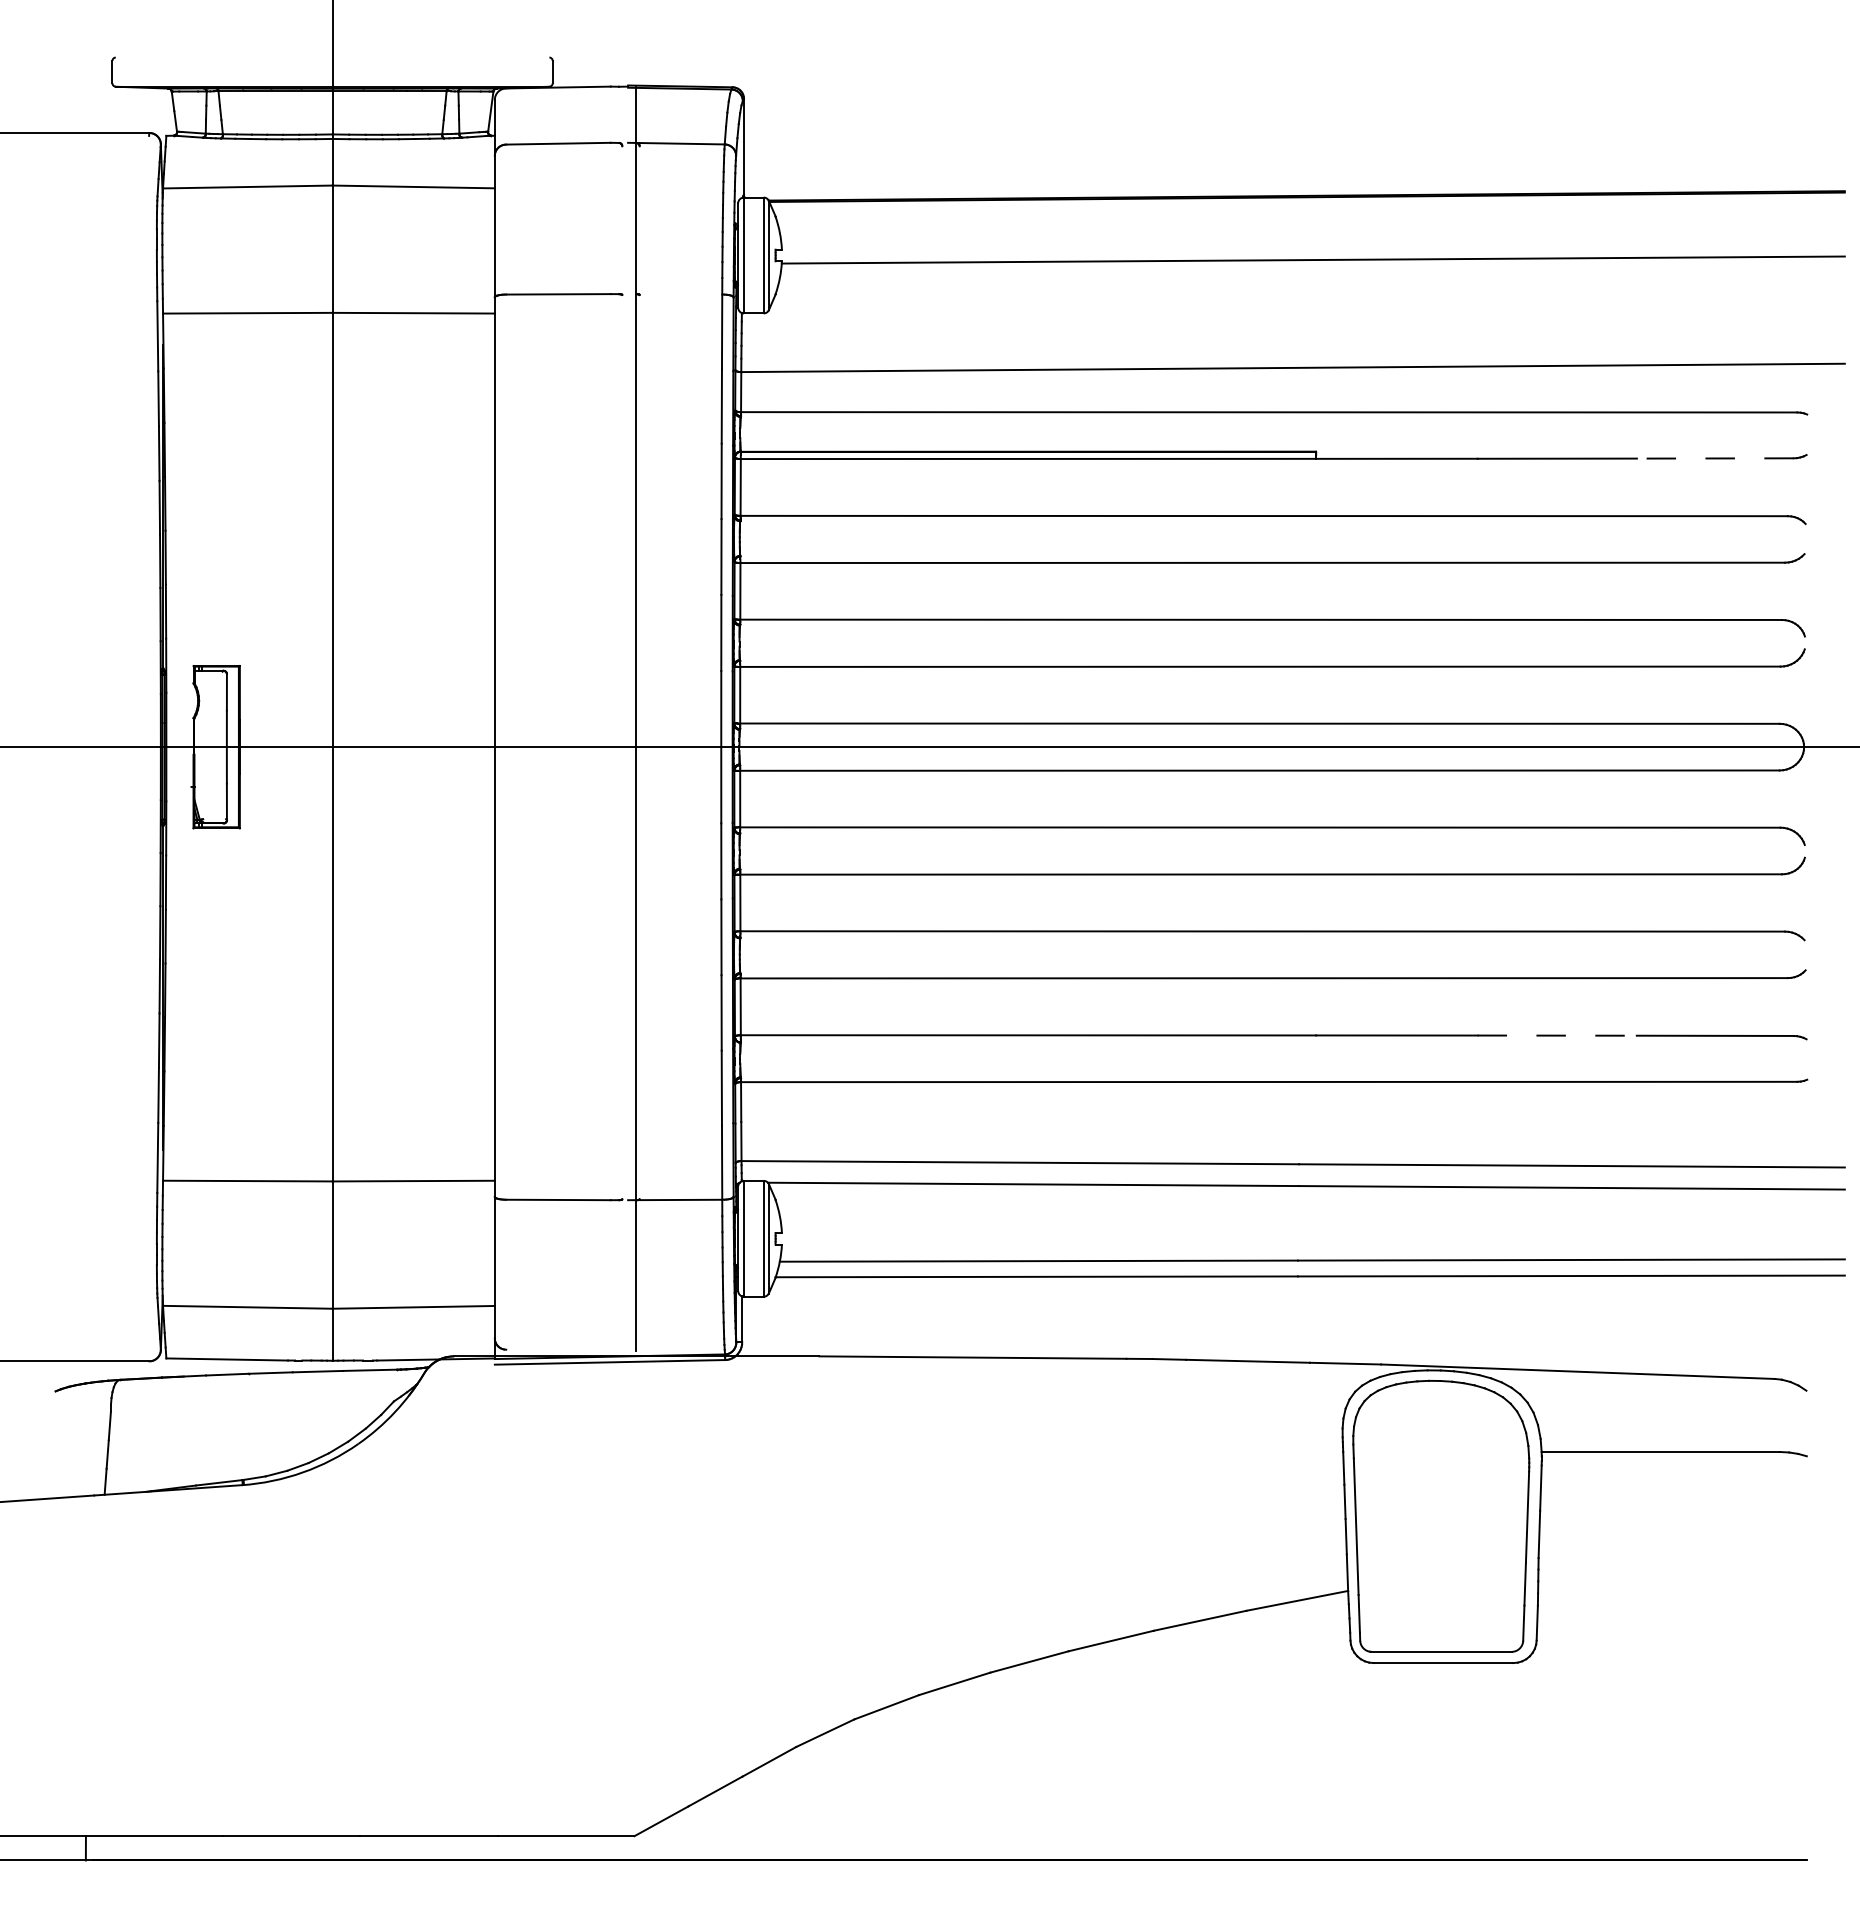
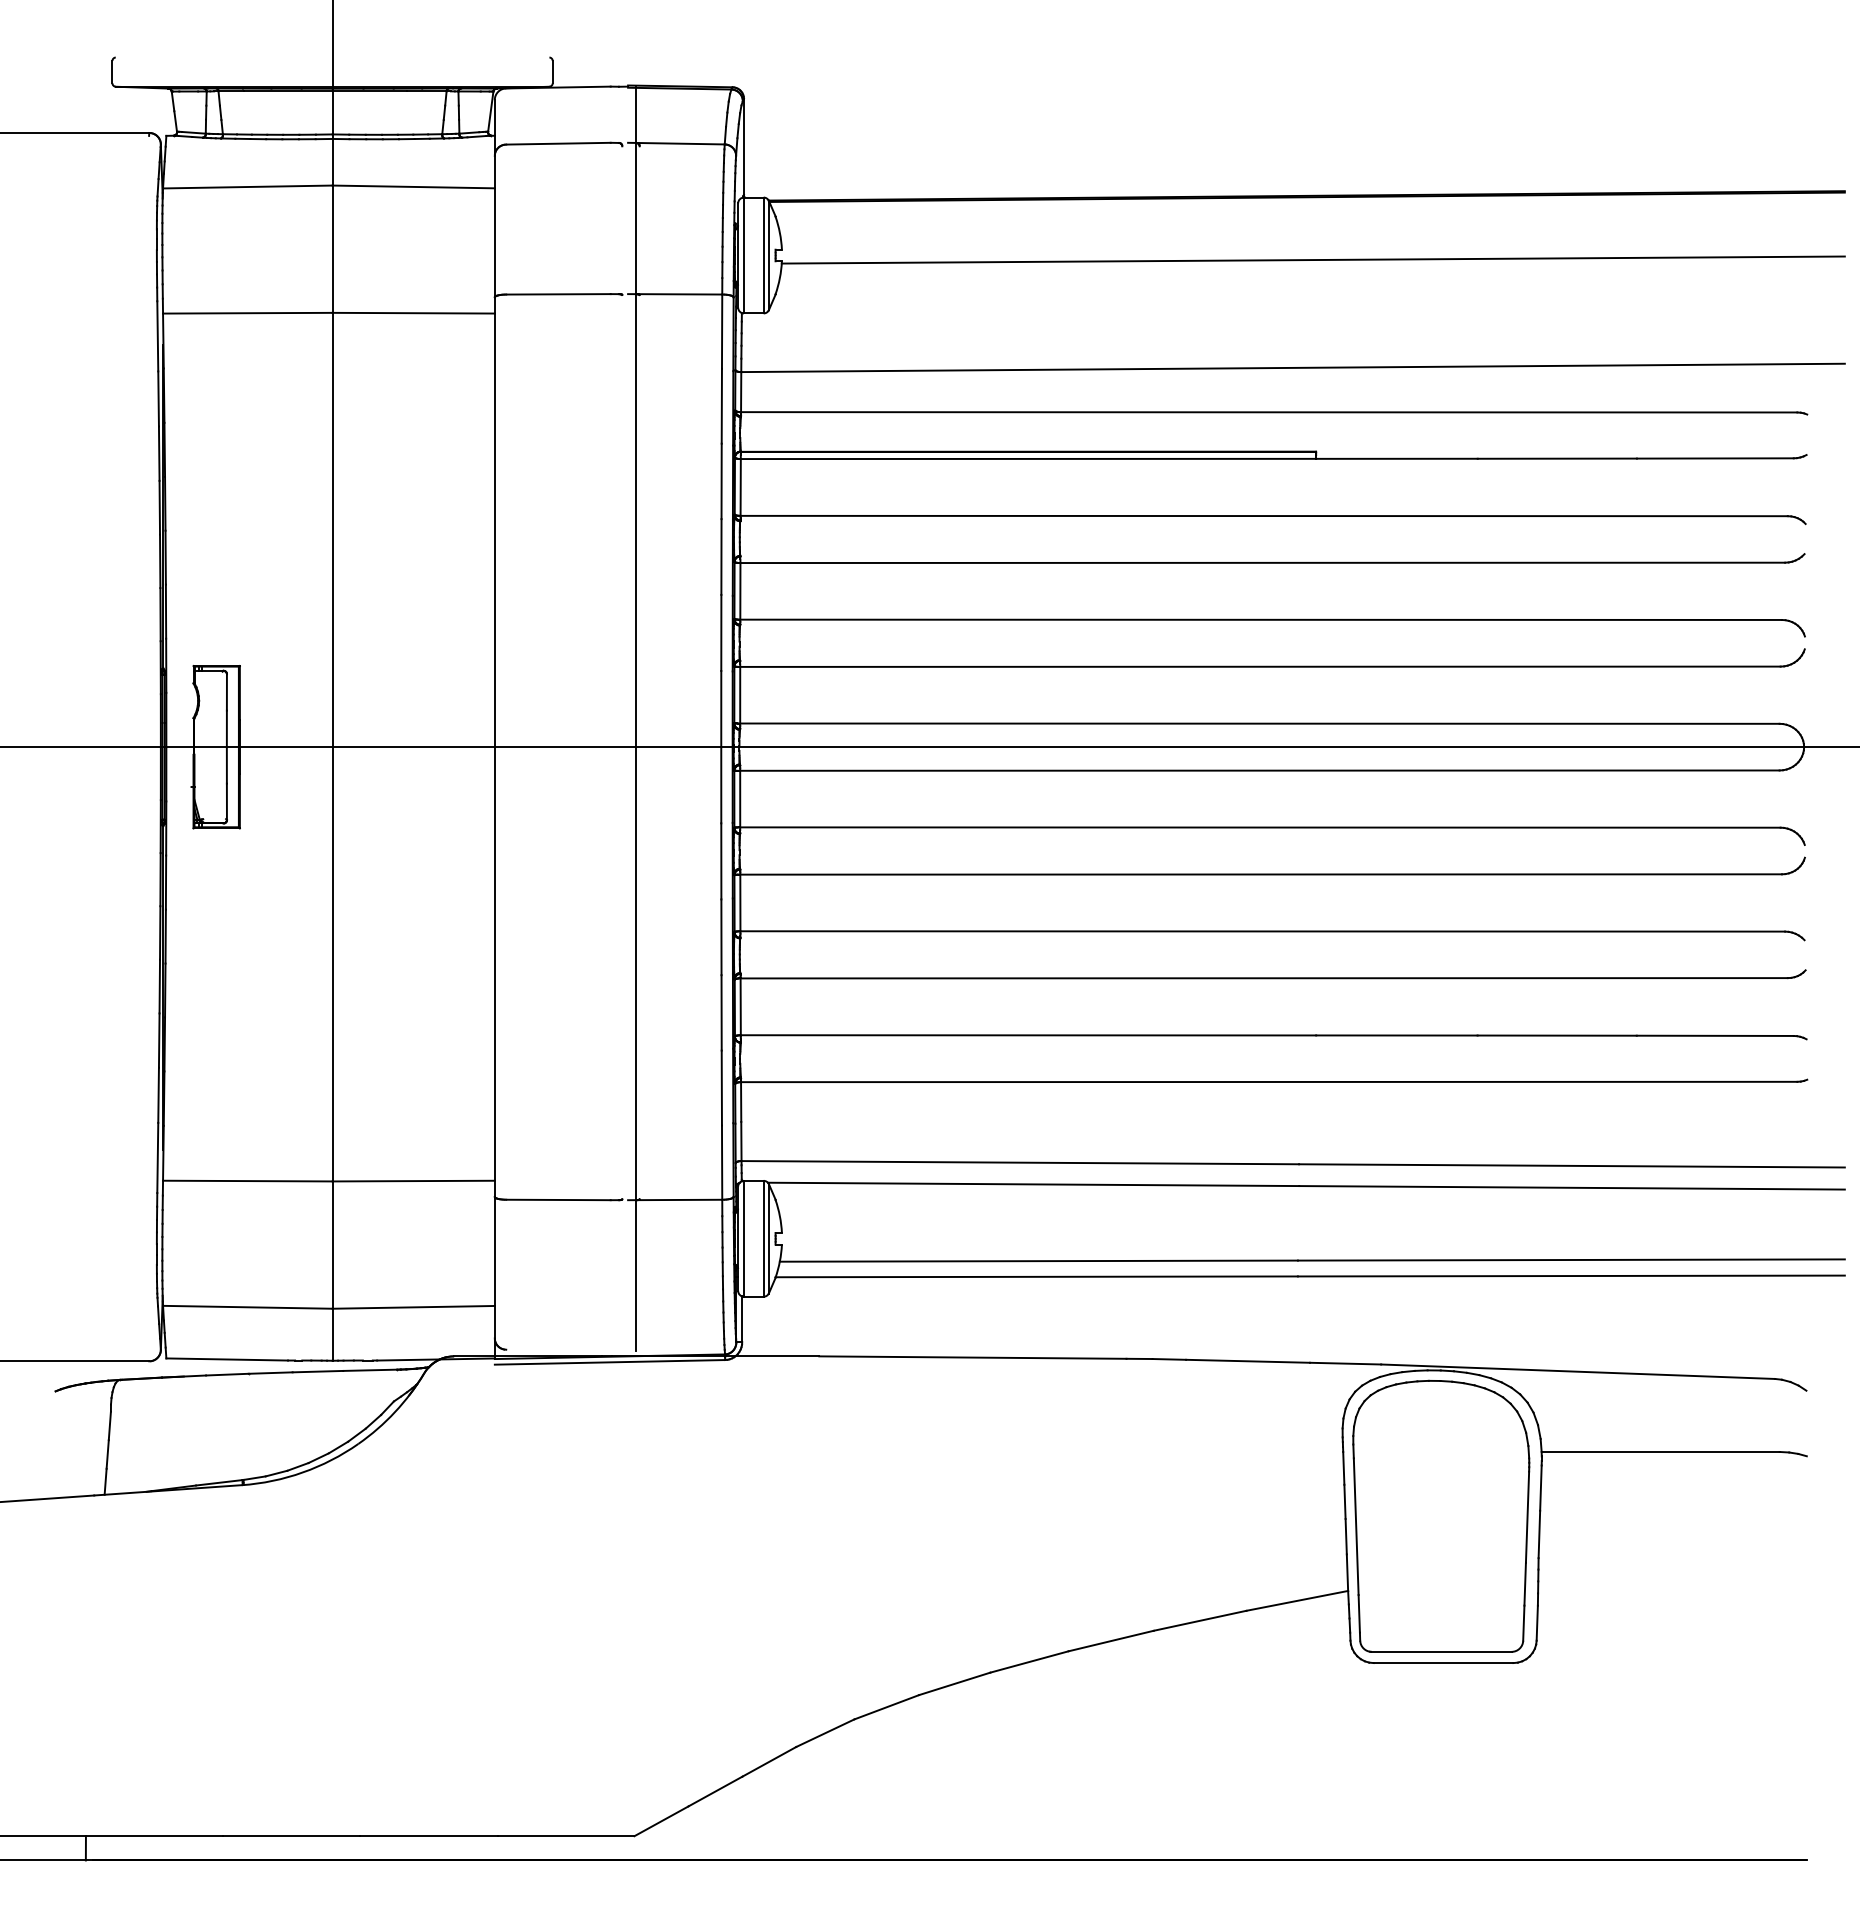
line at (675, 294): none -> present
line at (1714, 458): dashed -> solid
line at (1557, 1035): dashed -> solid
